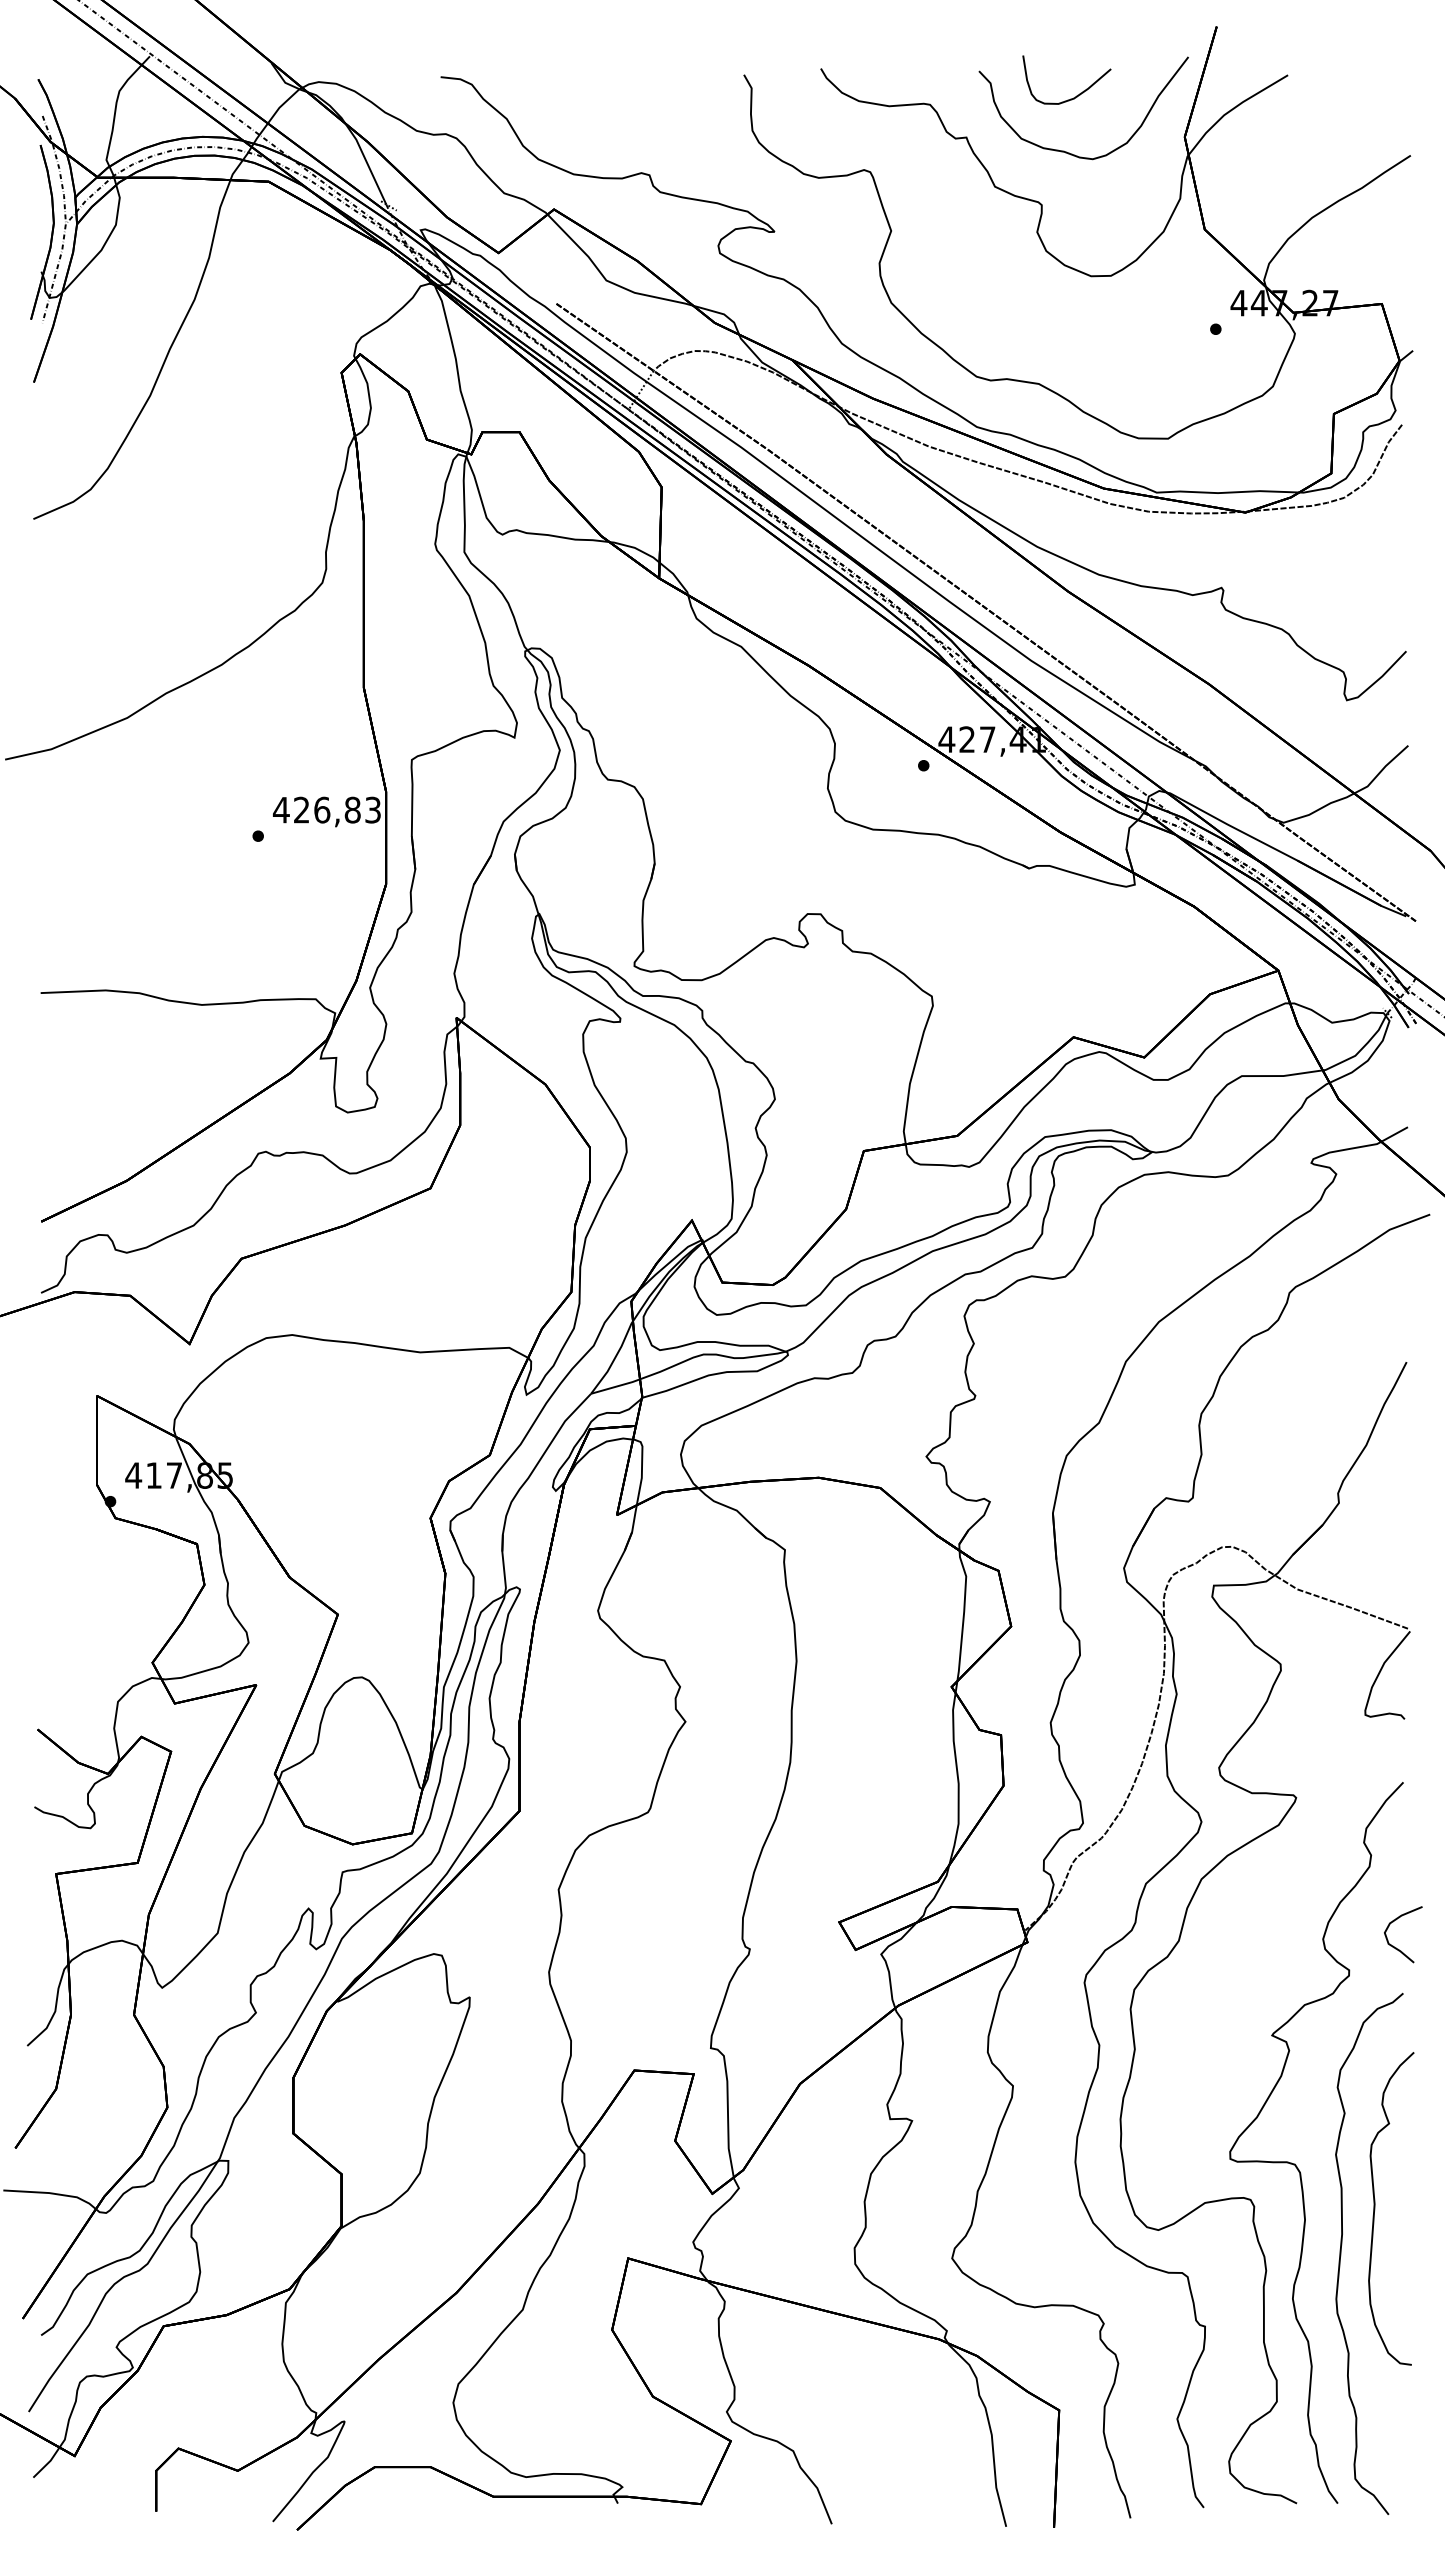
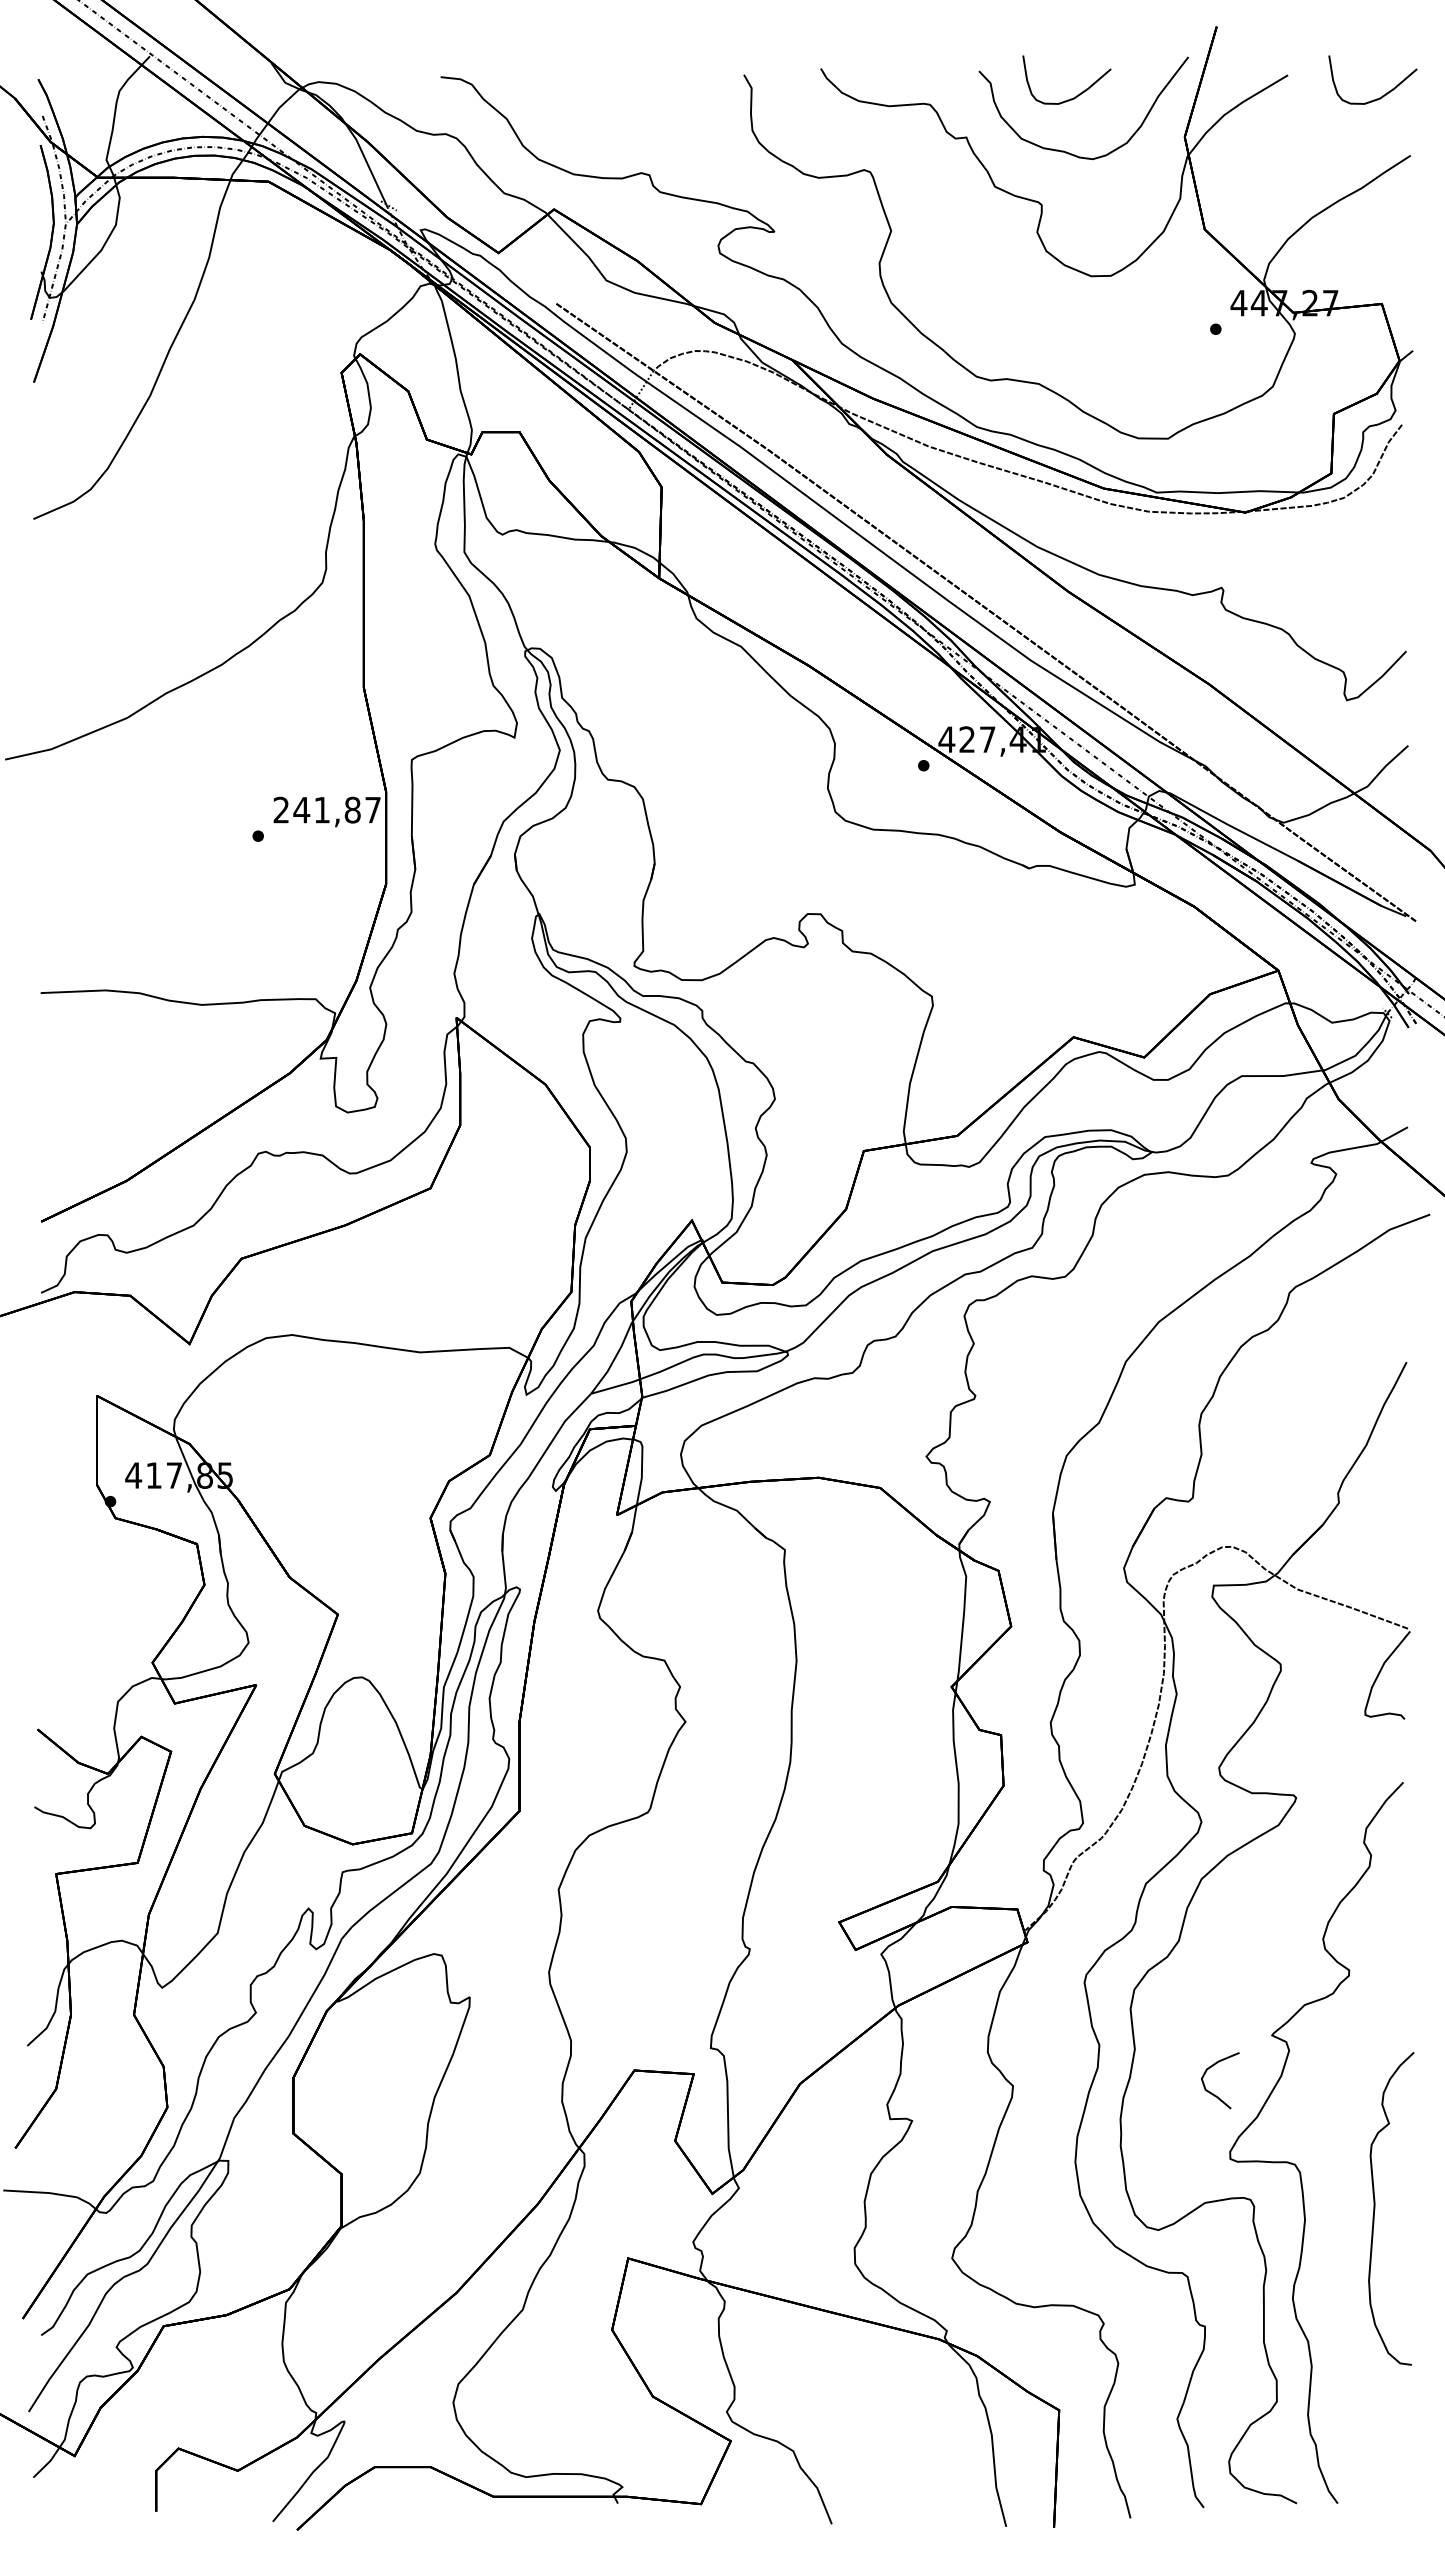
curve at (1382, 95): none -> present
text at (326, 809): 426,83 -> 241,87
curve at (1396, 1947) position: (1396, 1947) -> (1213, 2093)
curve at (1341, 2253): present -> none
